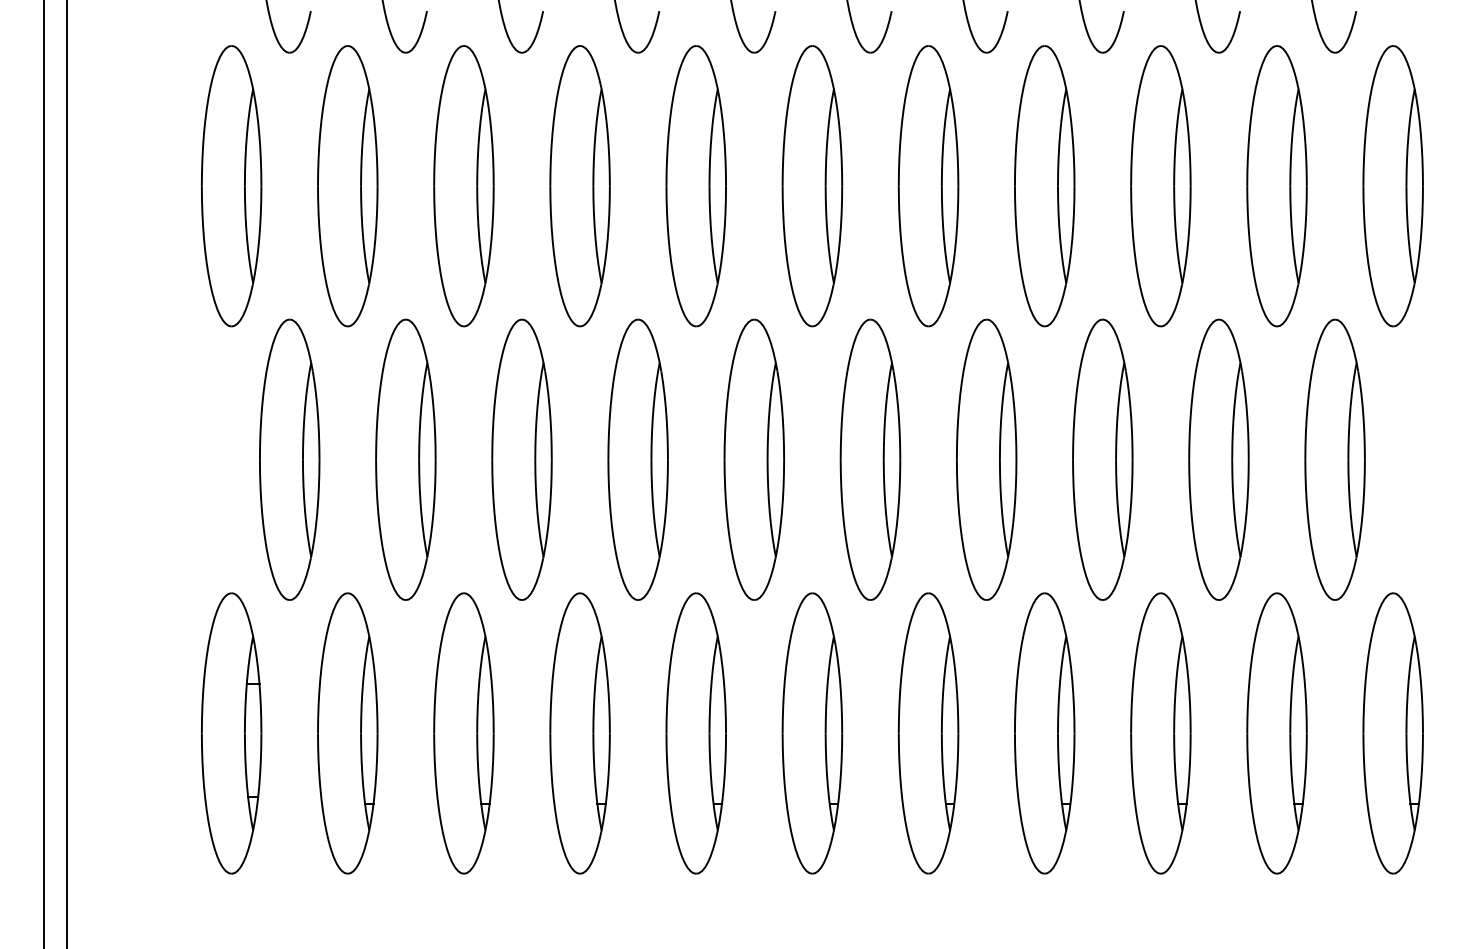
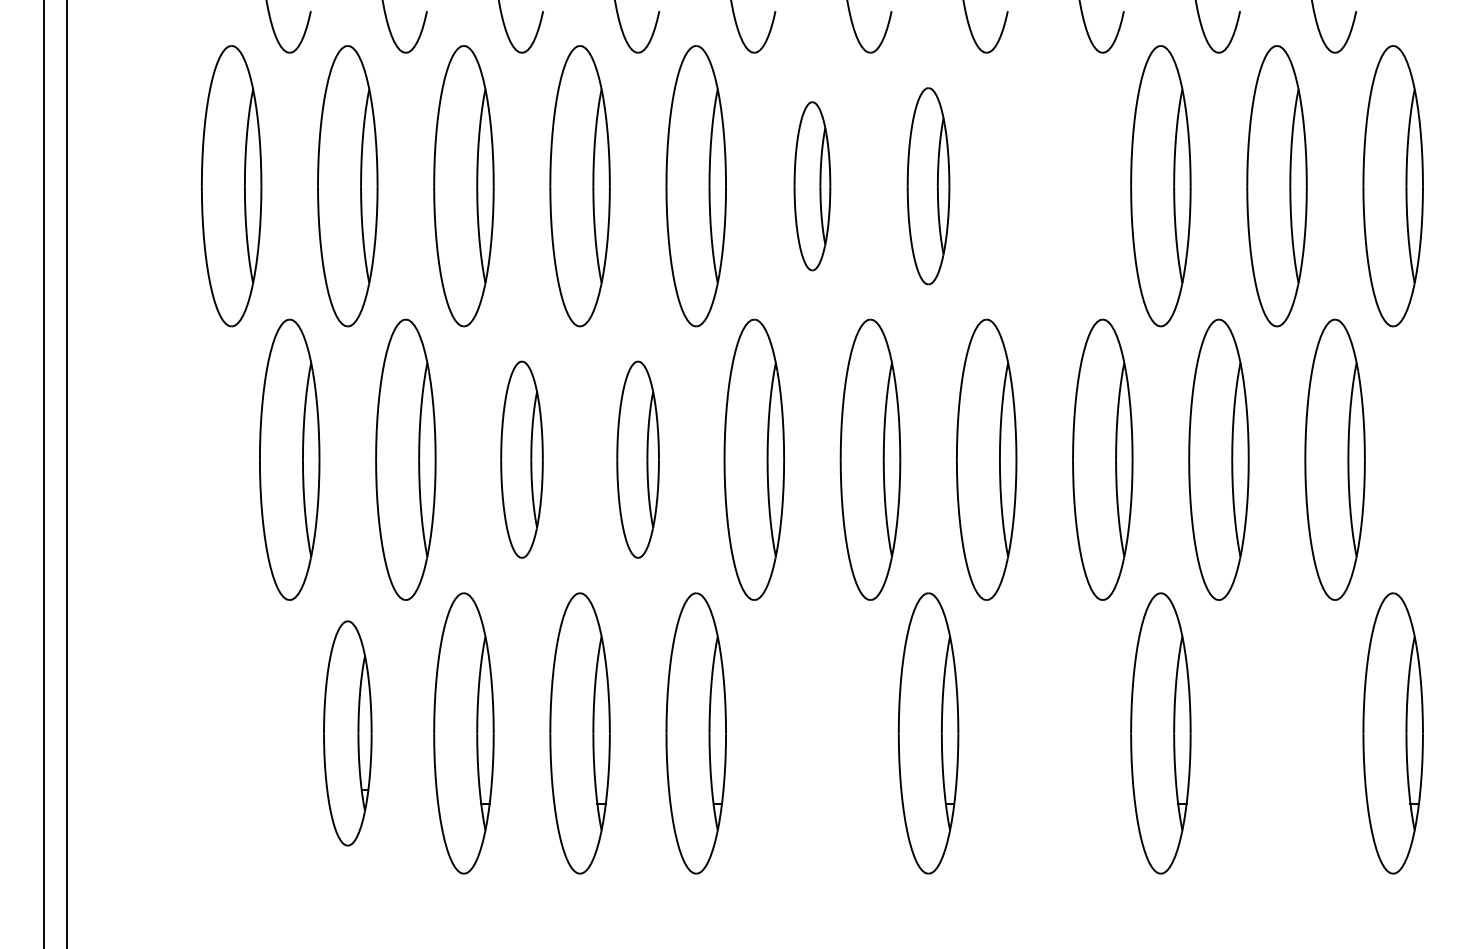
part at (812, 186) size: 63x283 px -> 39x171 px
part at (928, 186) size: 63x283 px -> 45x199 px
part at (1044, 186): present -> none
part at (521, 459) size: 62x283 px -> 44x199 px
part at (637, 459) size: 62x283 px -> 44x199 px
part at (231, 733): present -> none
part at (347, 733) size: 62x283 px -> 50x227 px
part at (812, 733): present -> none
part at (1044, 733): present -> none
part at (1276, 733): present -> none
